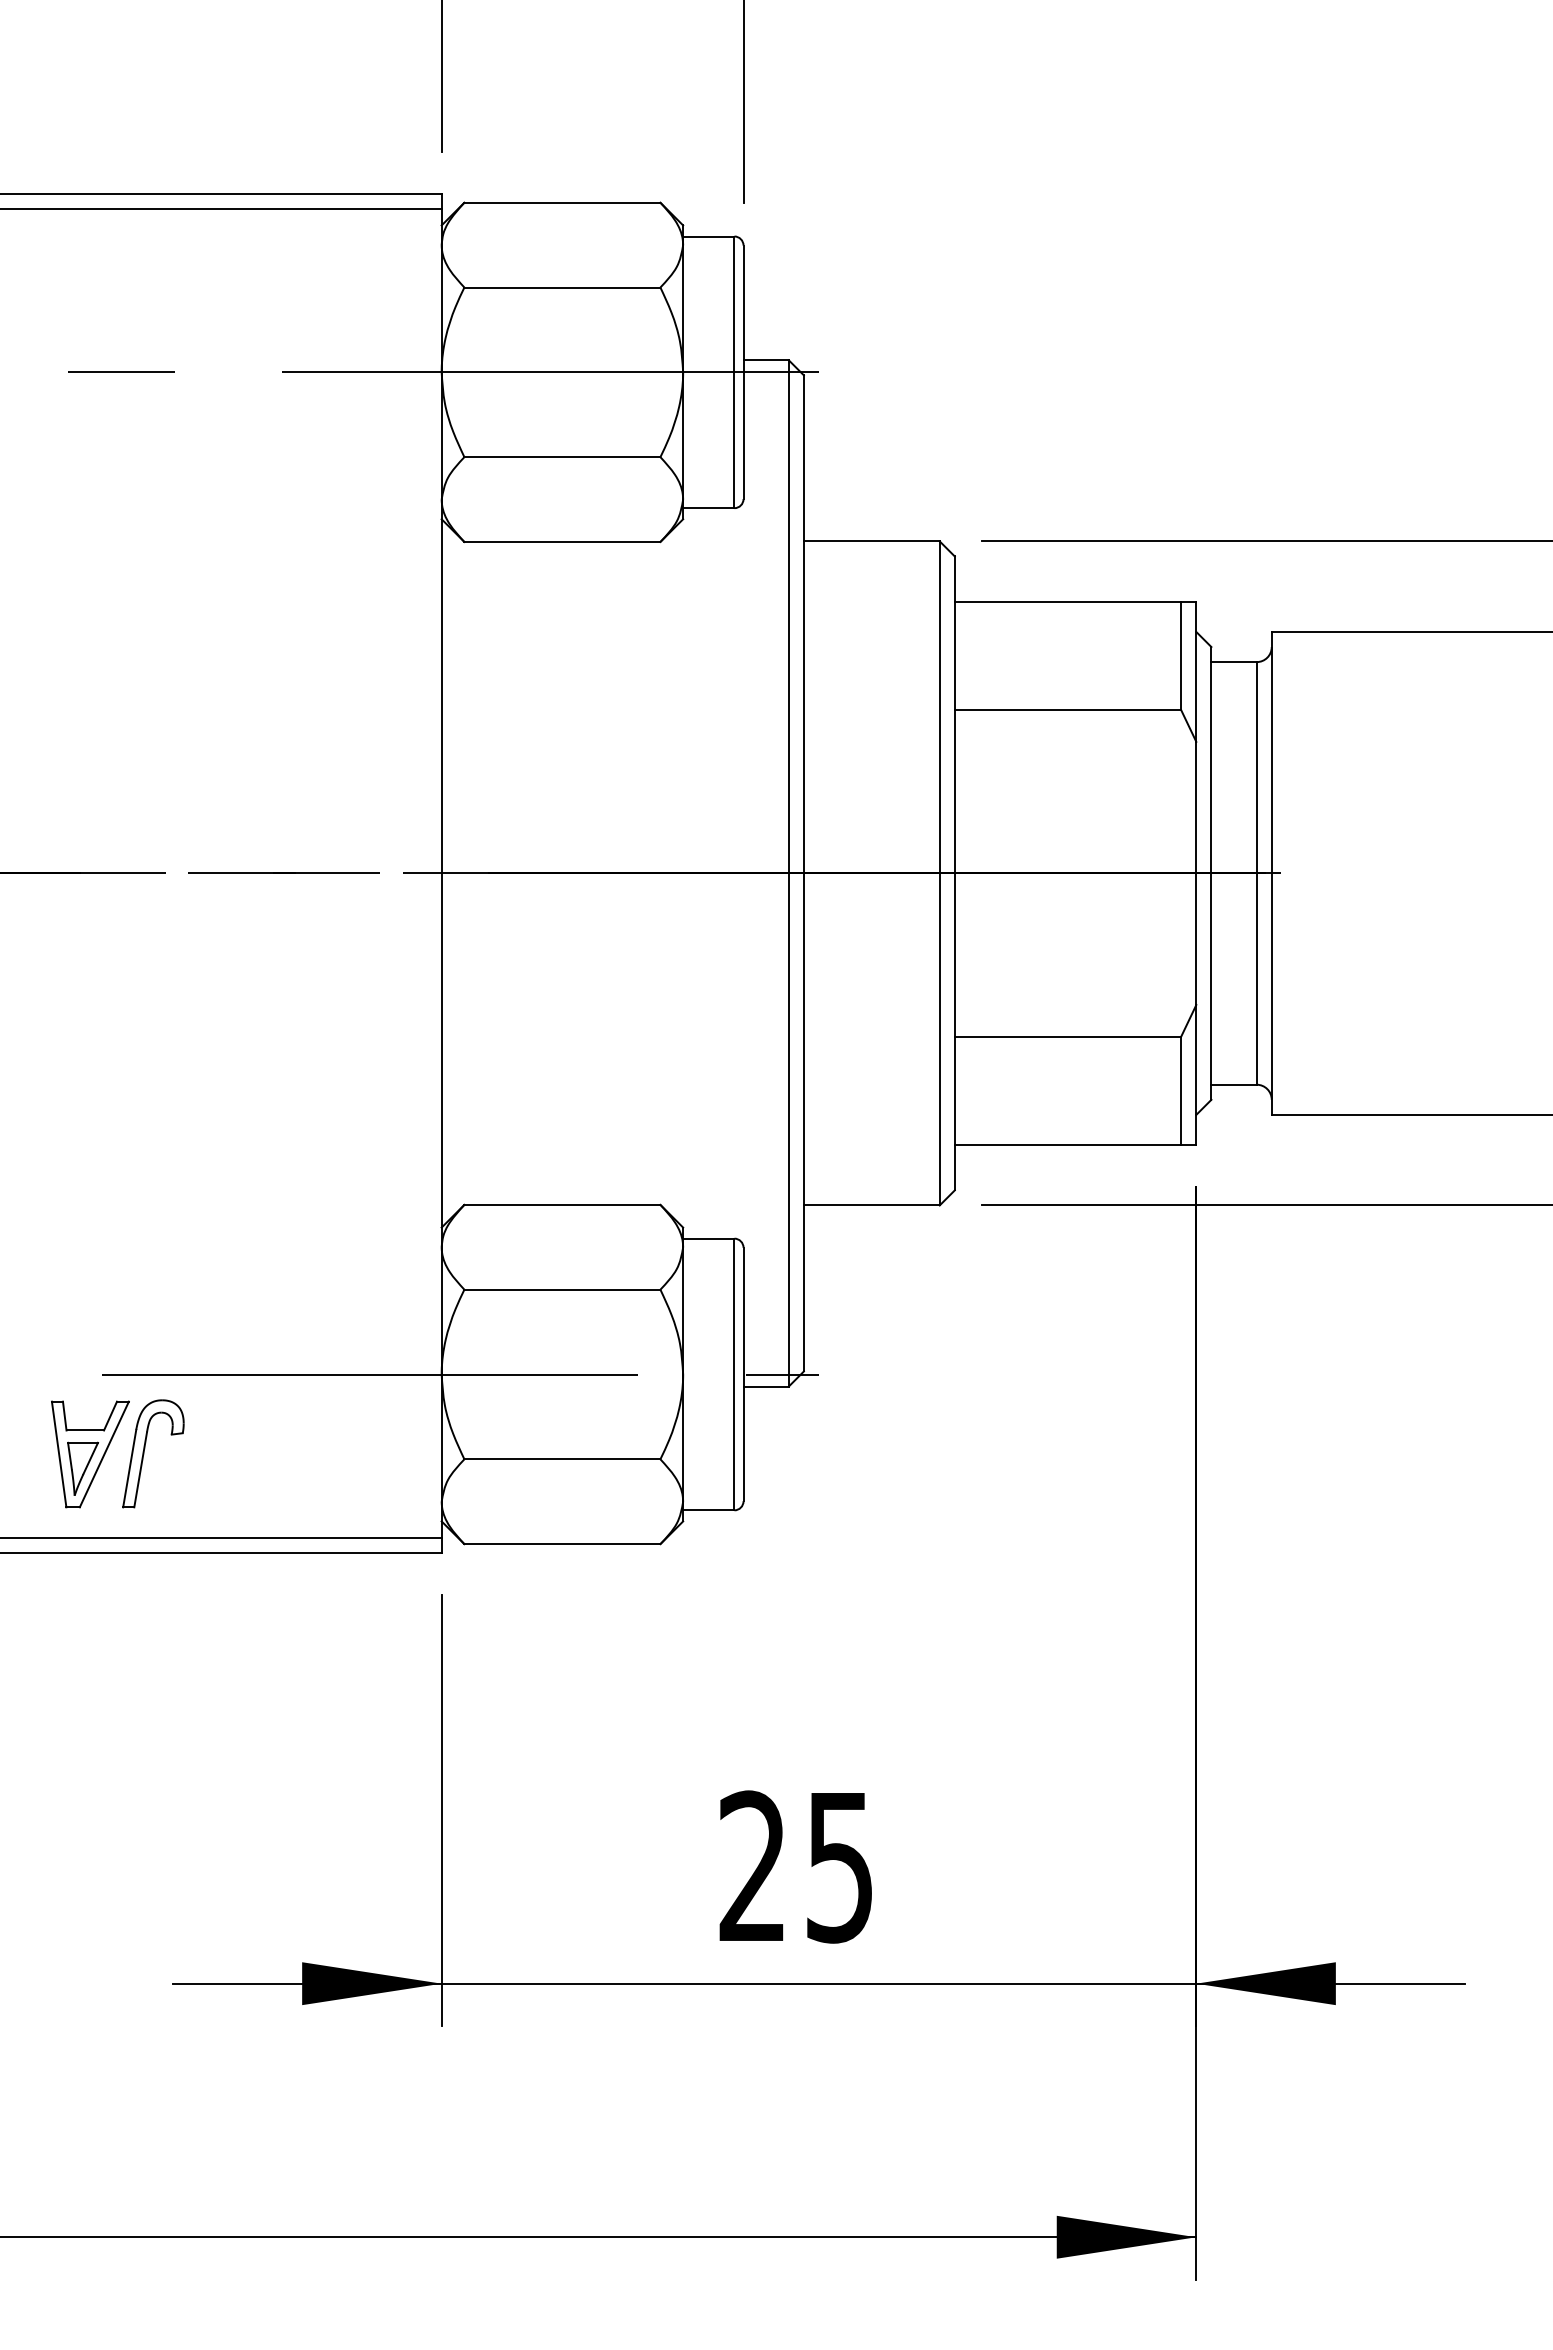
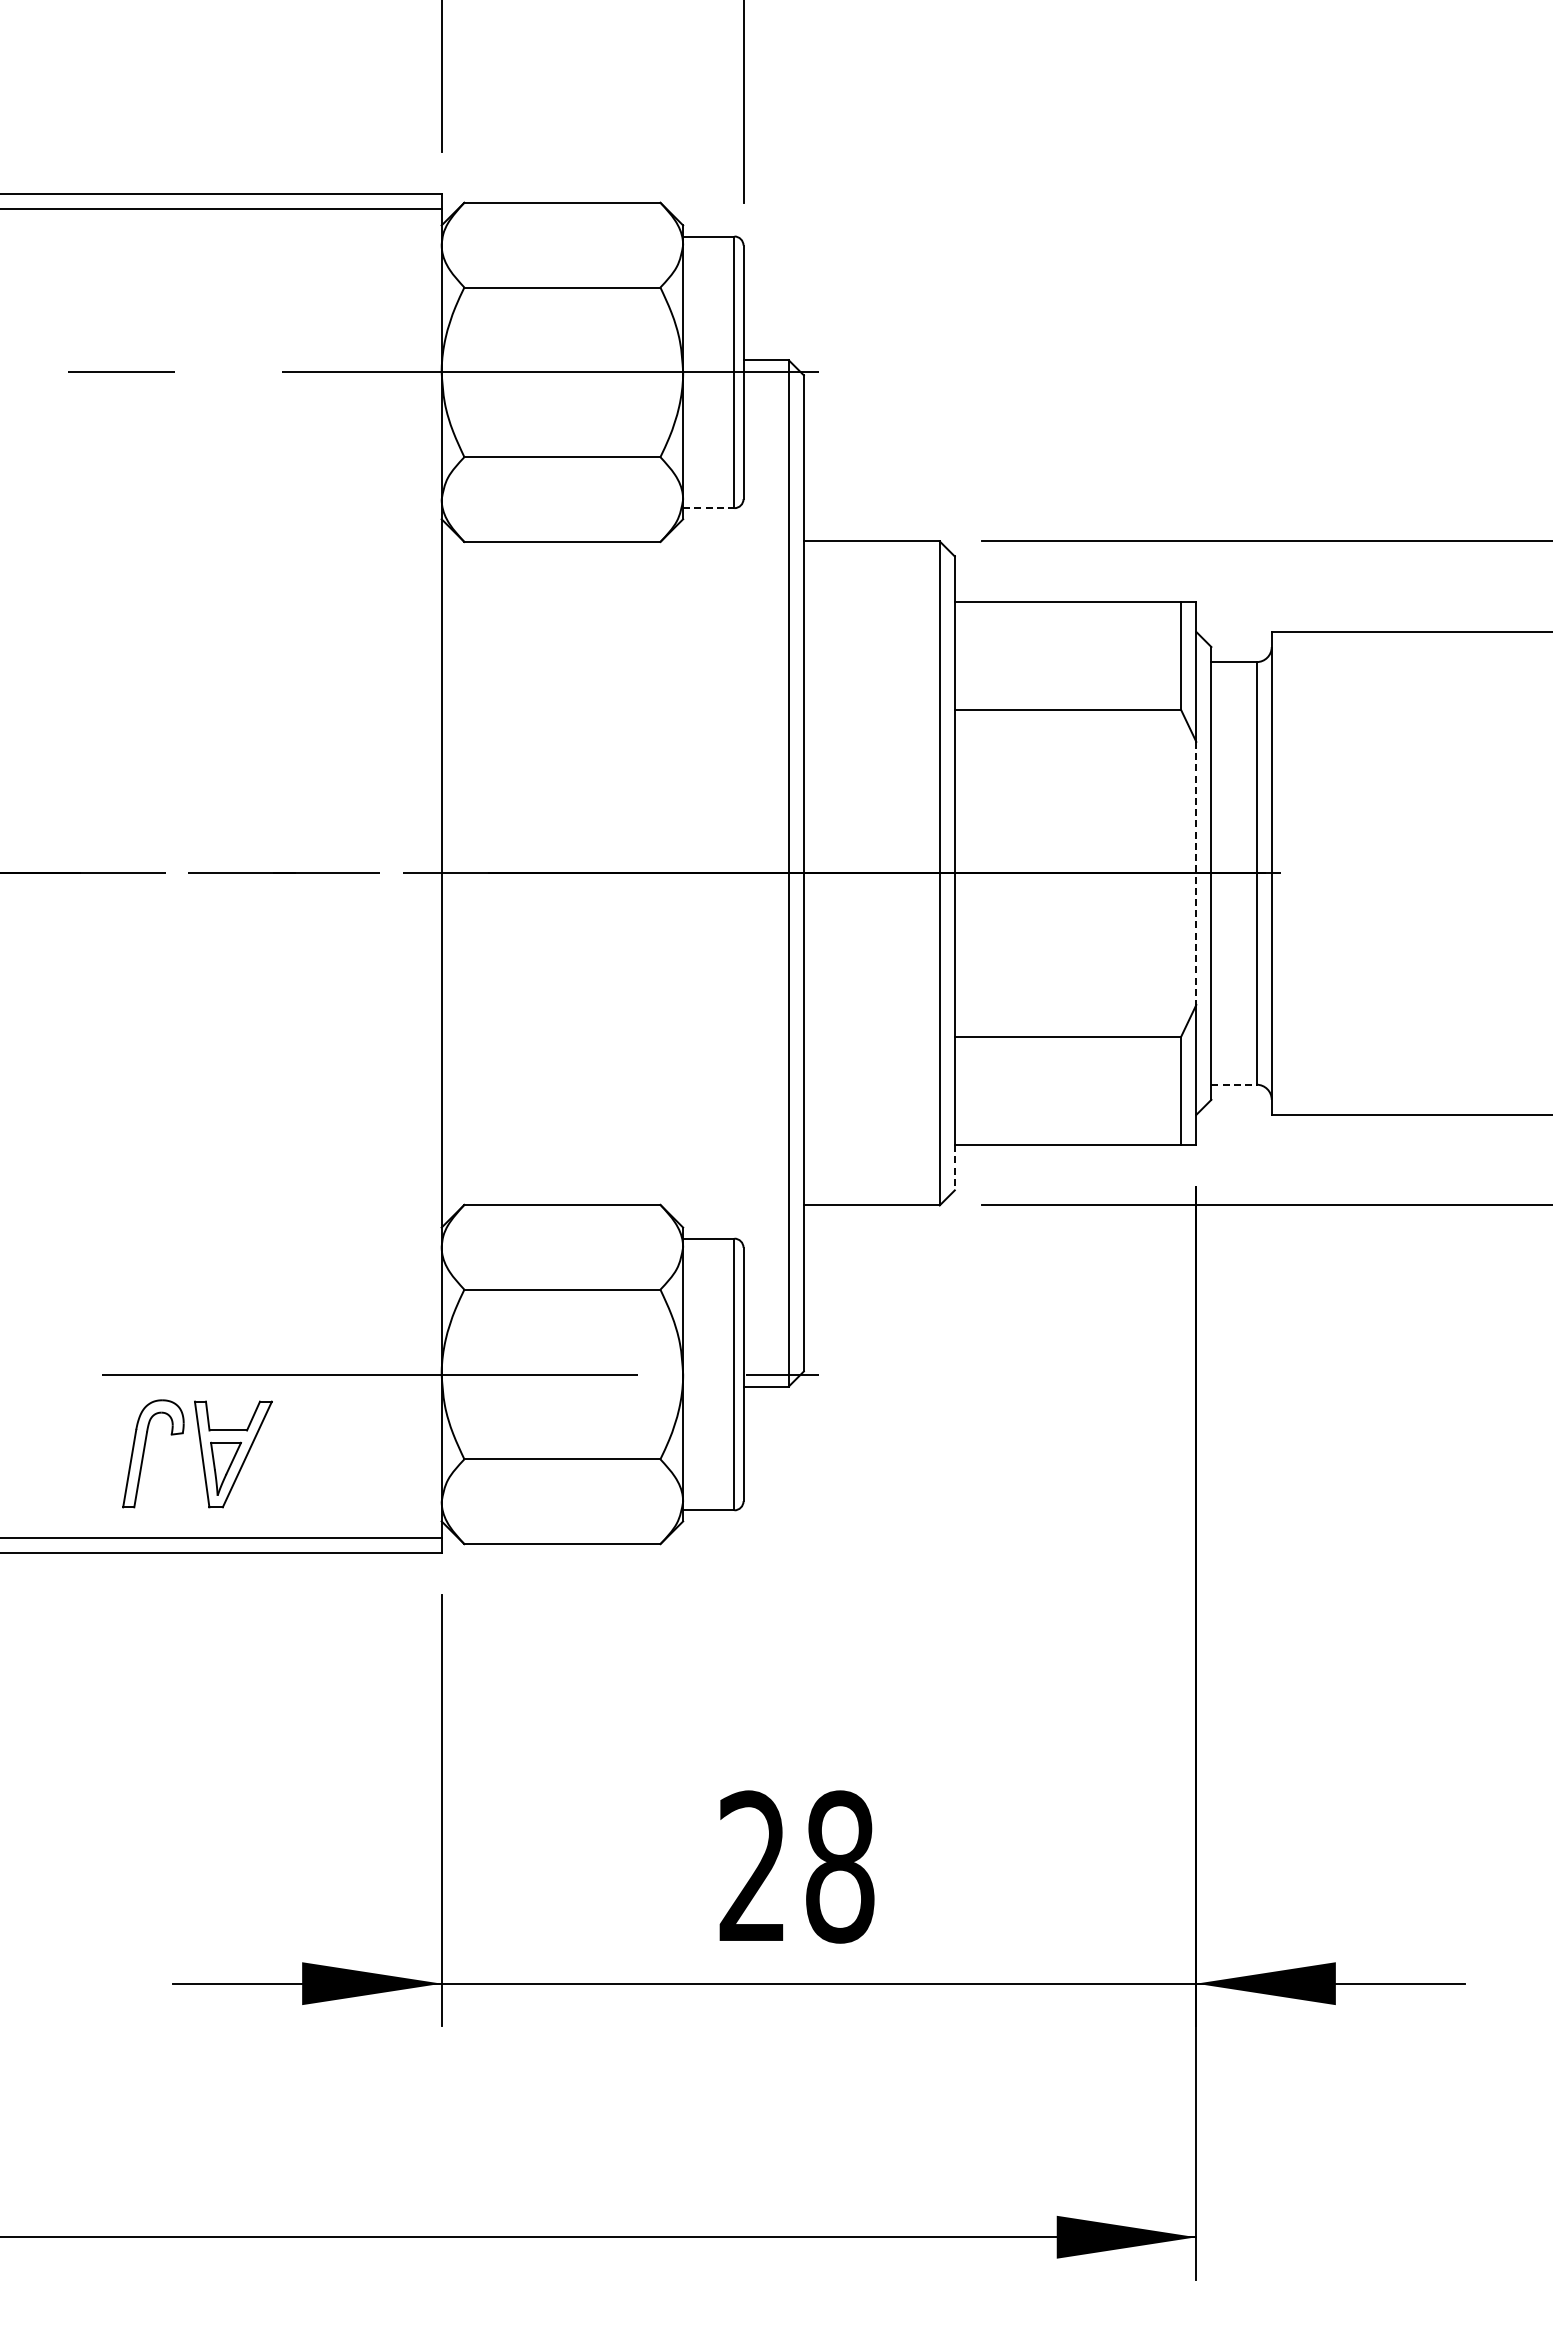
line at (708, 508): solid -> dashed
line at (1196, 873): solid -> dashed
line at (1234, 1084): solid -> dashed
line at (954, 1167): solid -> dashed
part at (90, 1454) position: (90, 1454) -> (233, 1454)
text at (840, 1866): 25 -> 28
